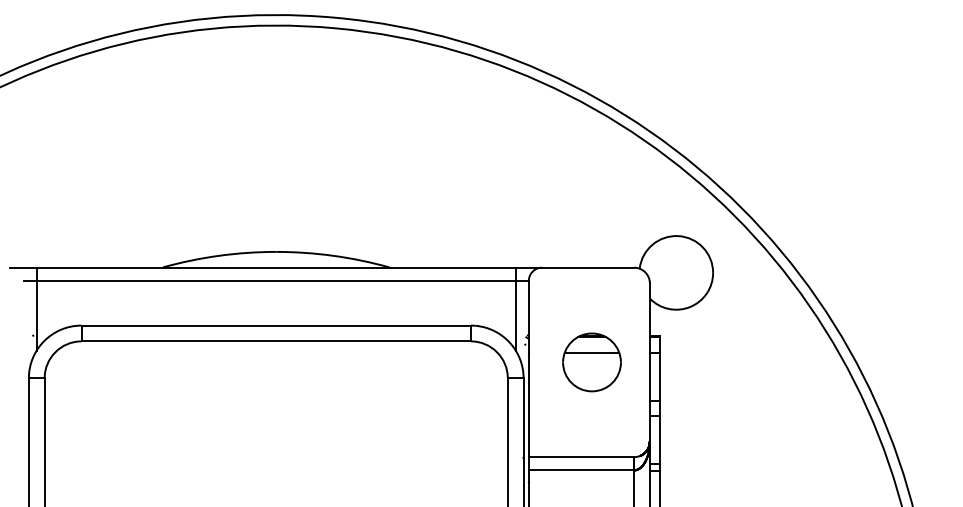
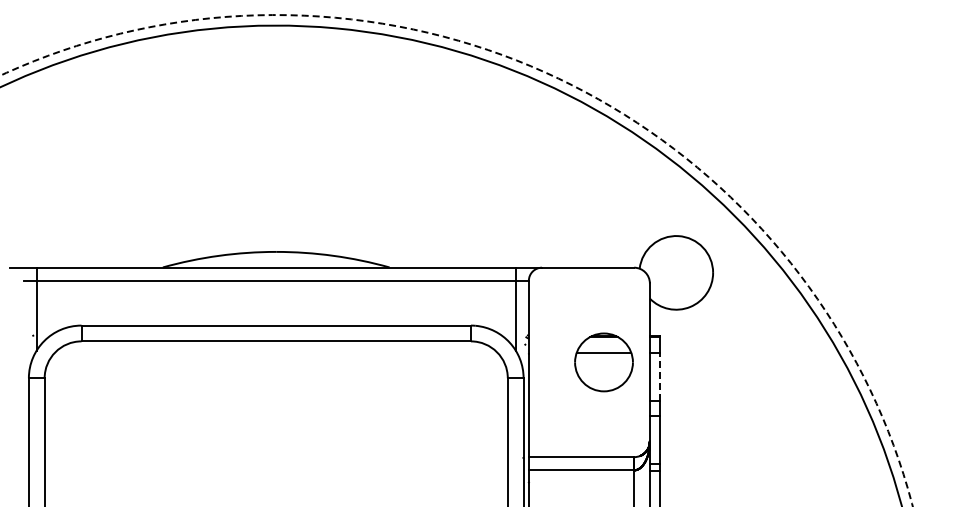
arc at (555, 77): solid -> dashed
part at (591, 362) position: (591, 362) -> (603, 362)
line at (660, 376): solid -> dashed
